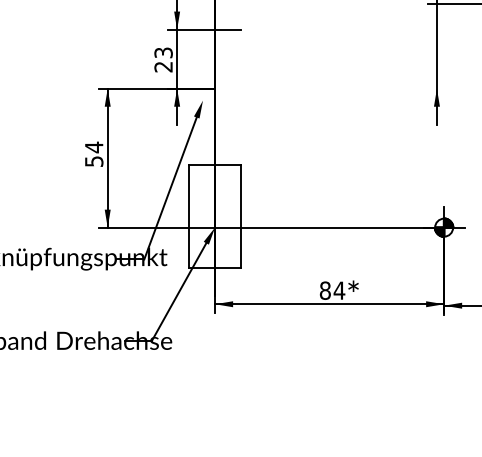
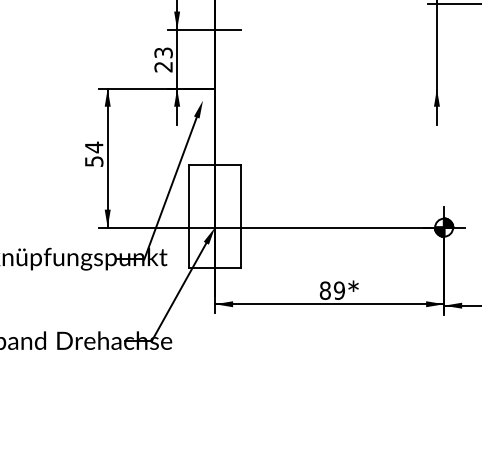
text at (339, 290): 84 -> 89
